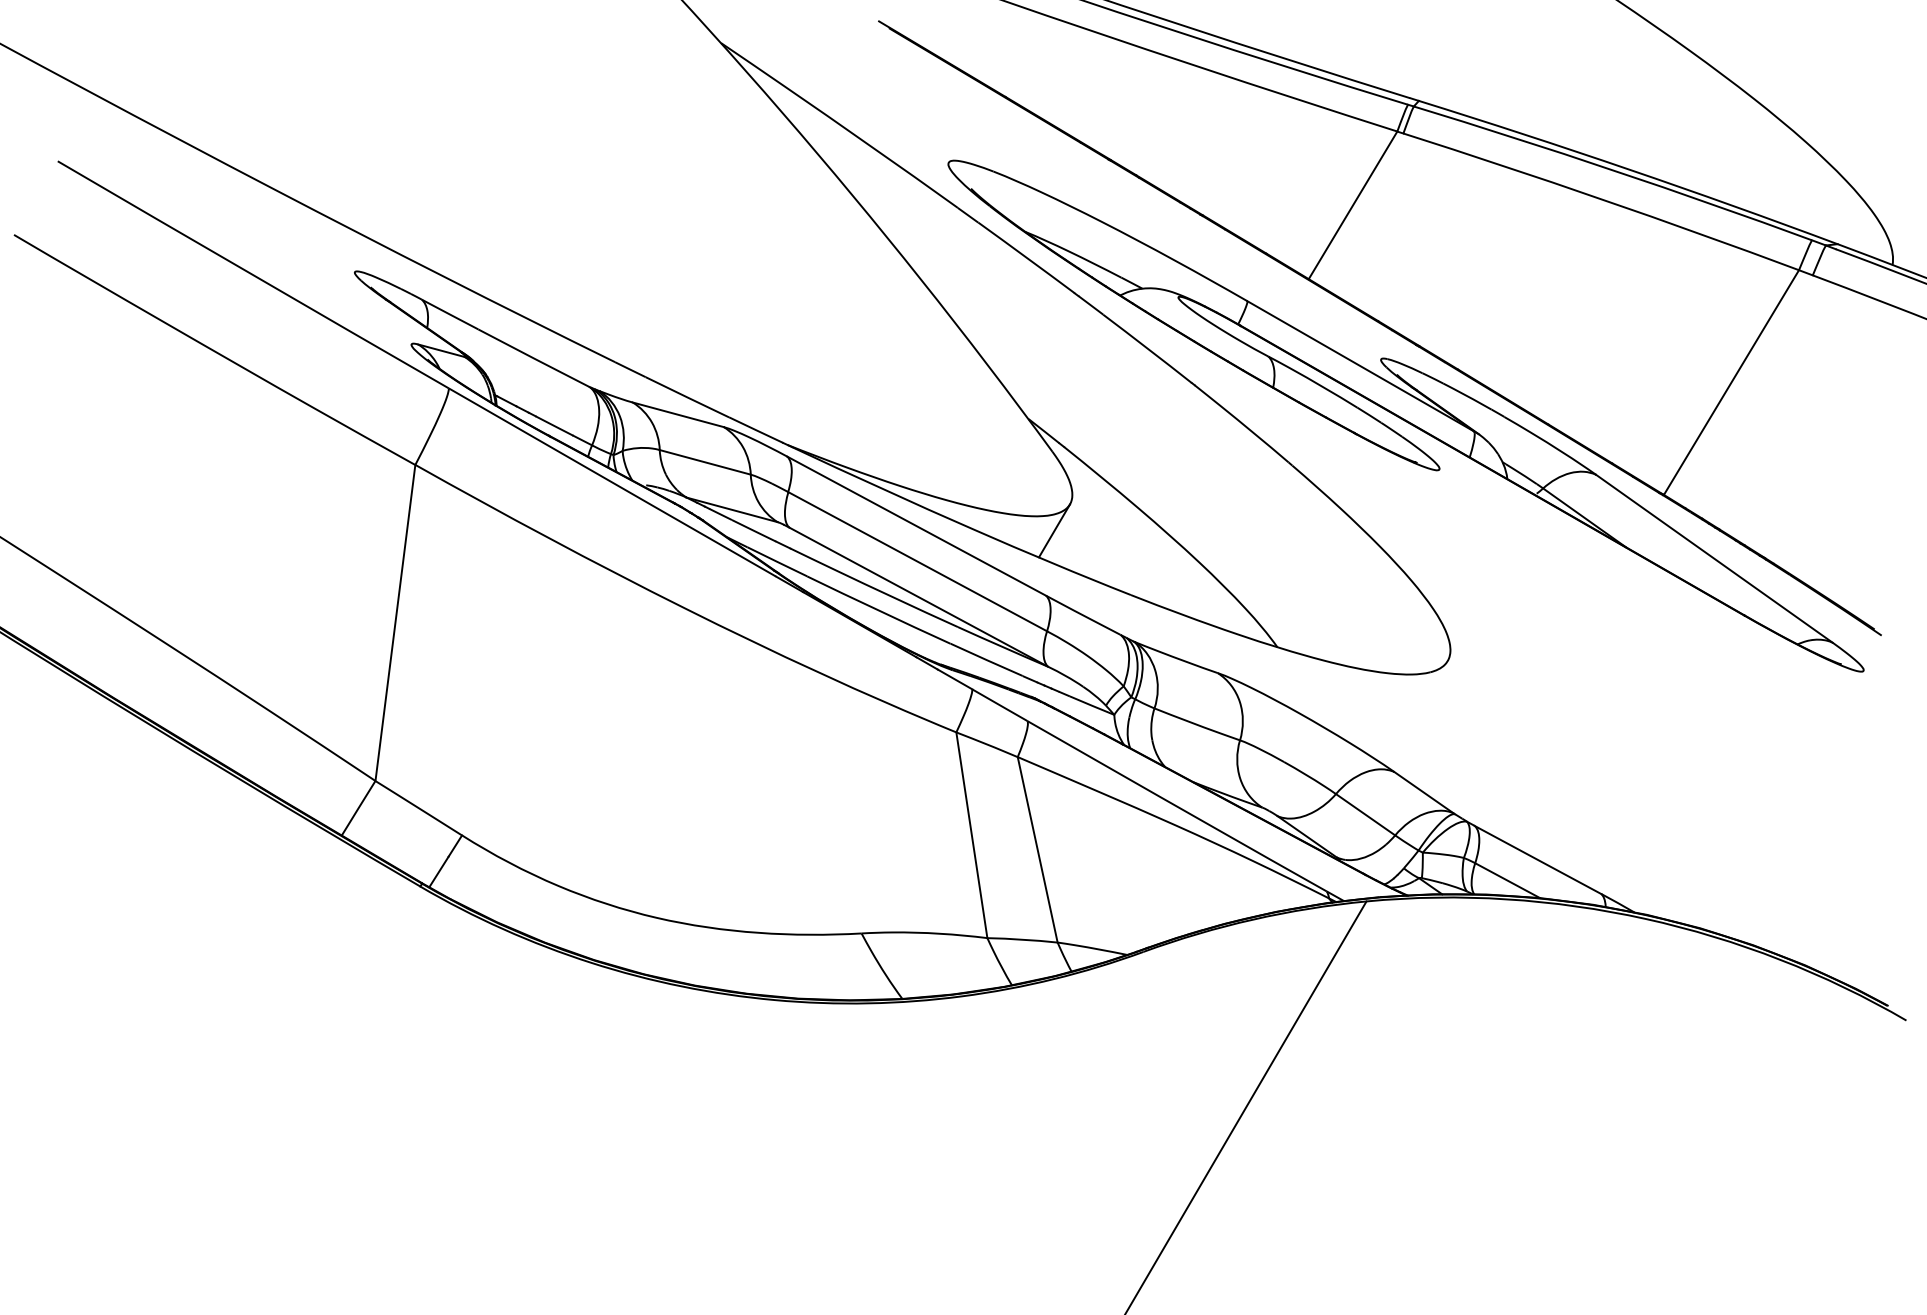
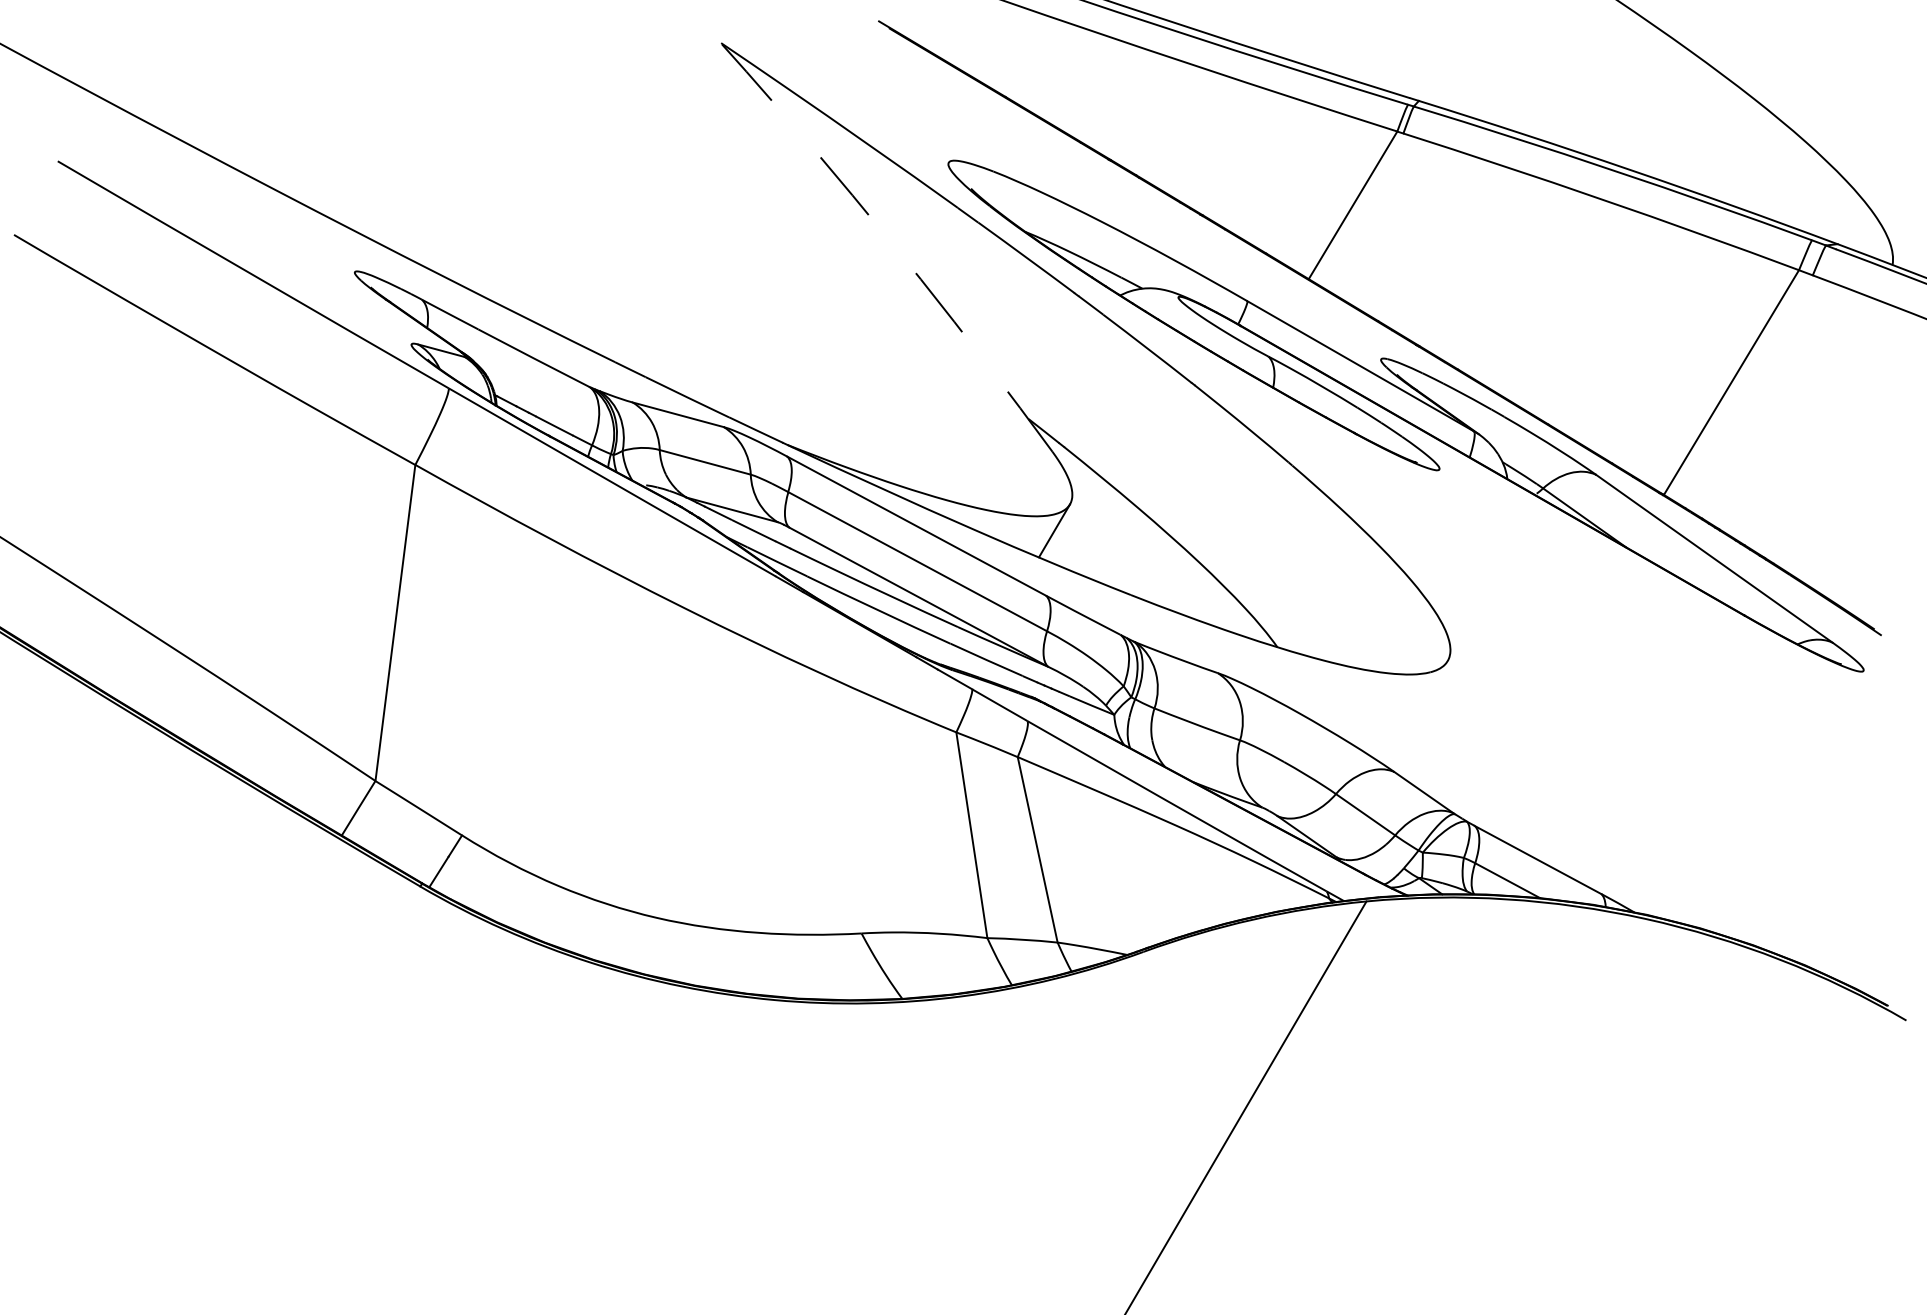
arc at (873, 220): solid -> dashed
